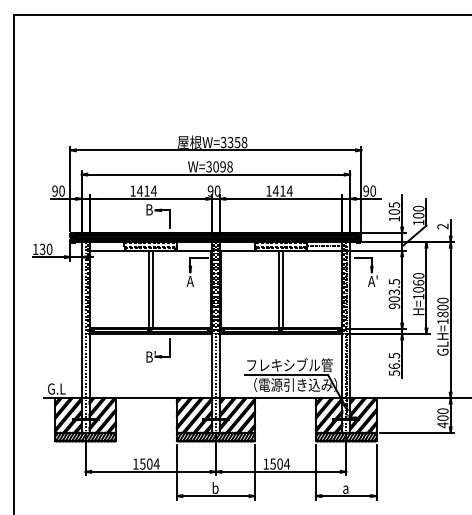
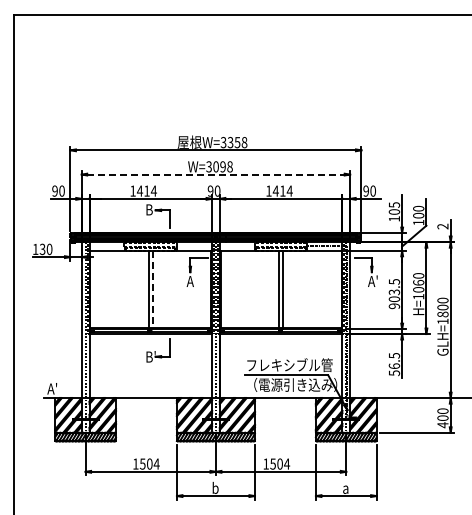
line at (215, 174): solid -> dashed
line at (153, 290): solid -> dashed
text at (56, 388): G.L -> A'
